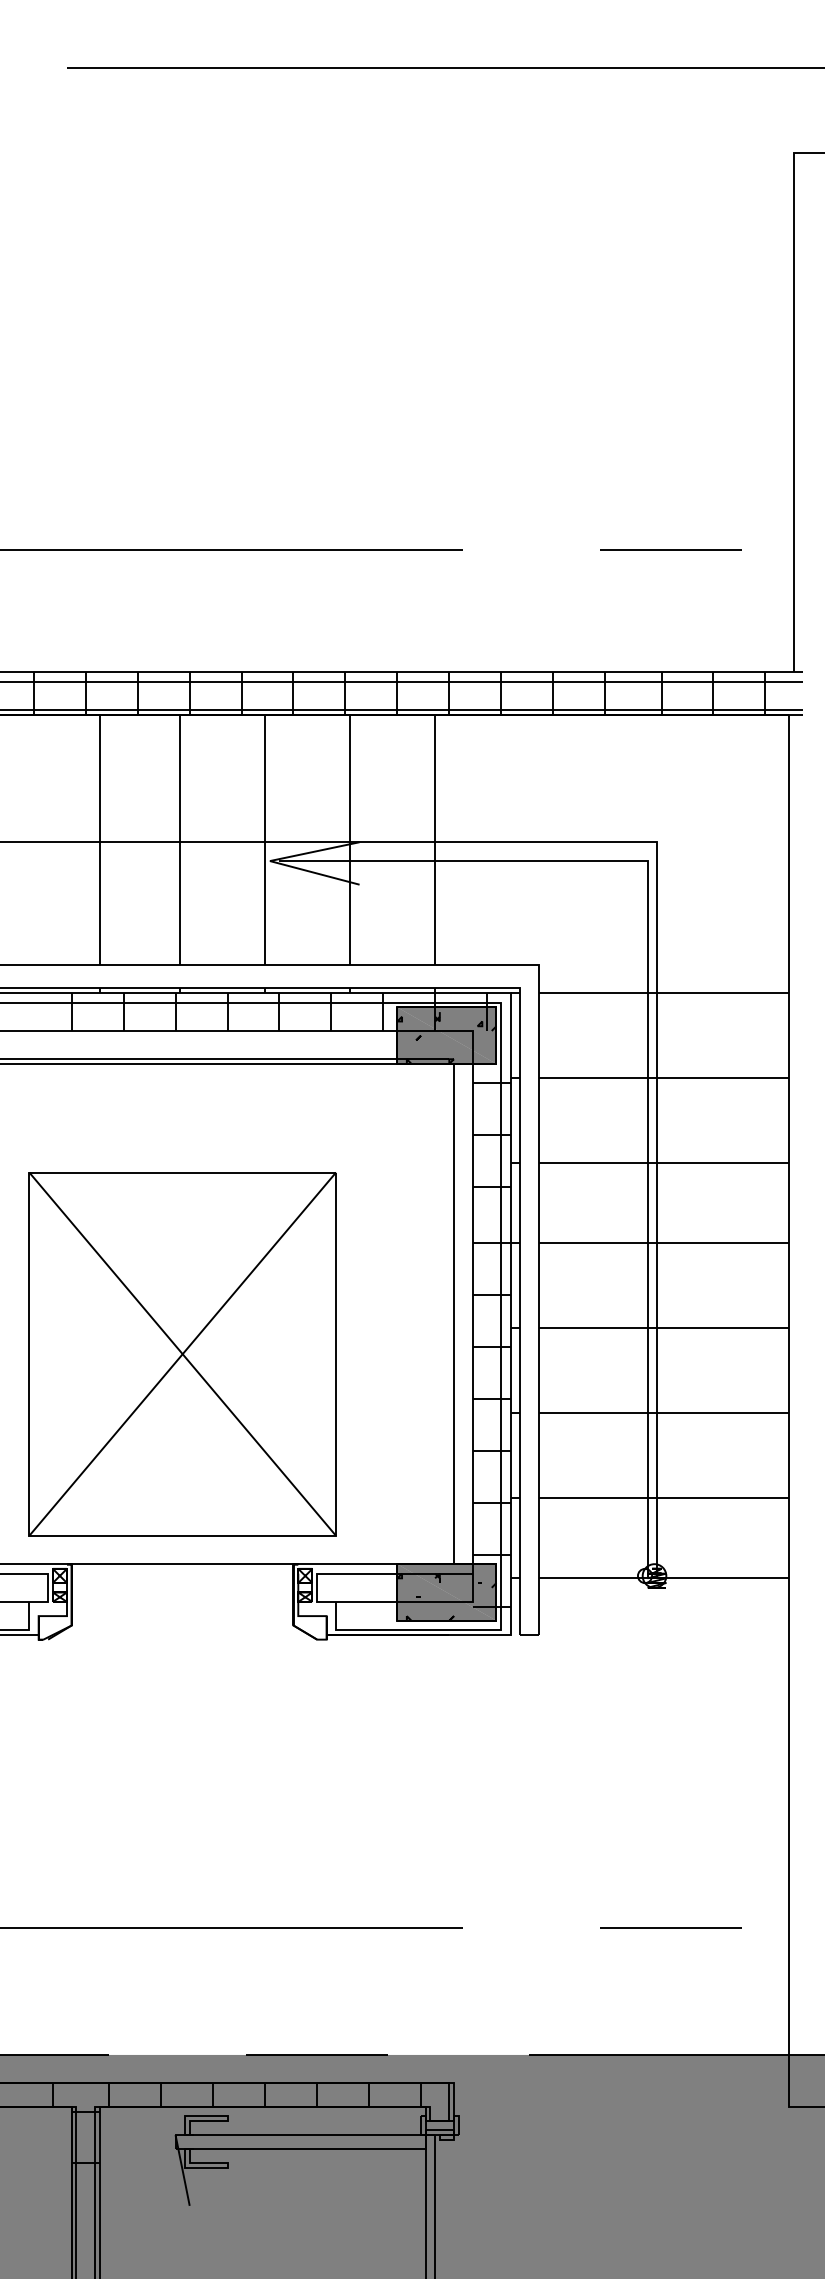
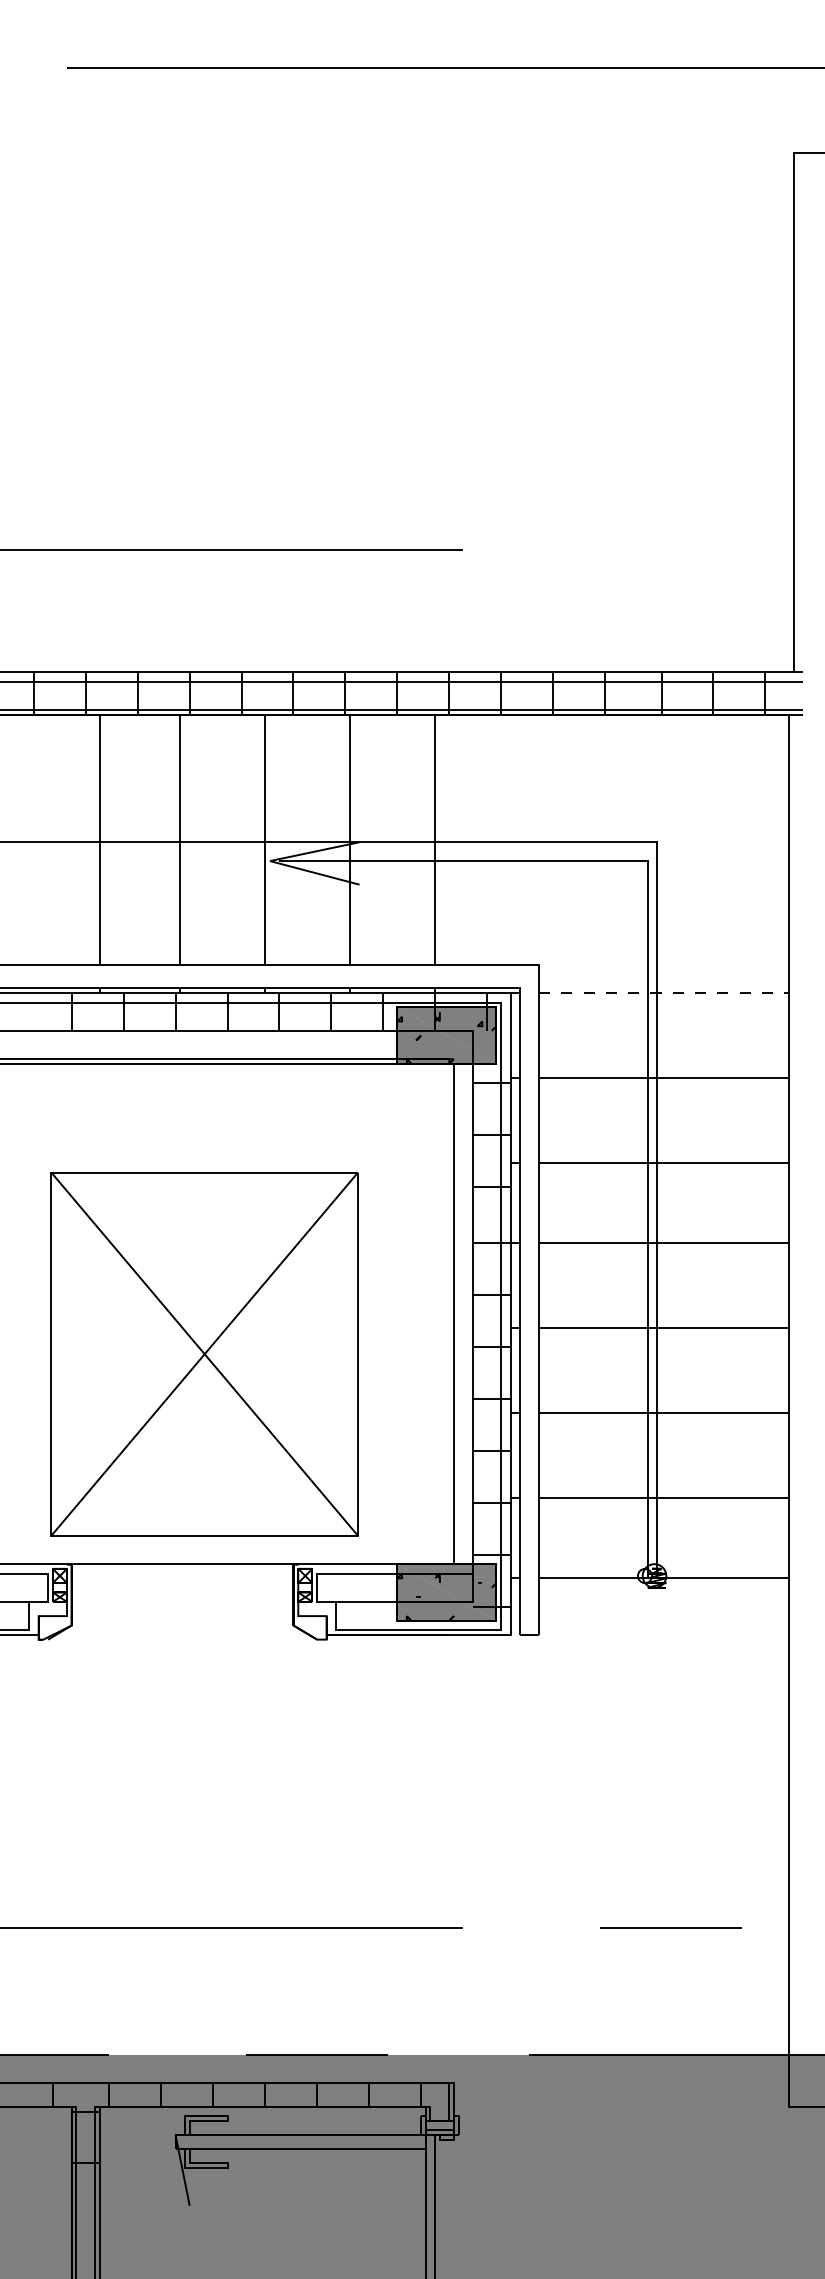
line at (670, 549): present -> none
line at (664, 993): solid -> dashed
part at (182, 1354) position: (182, 1354) -> (204, 1354)
